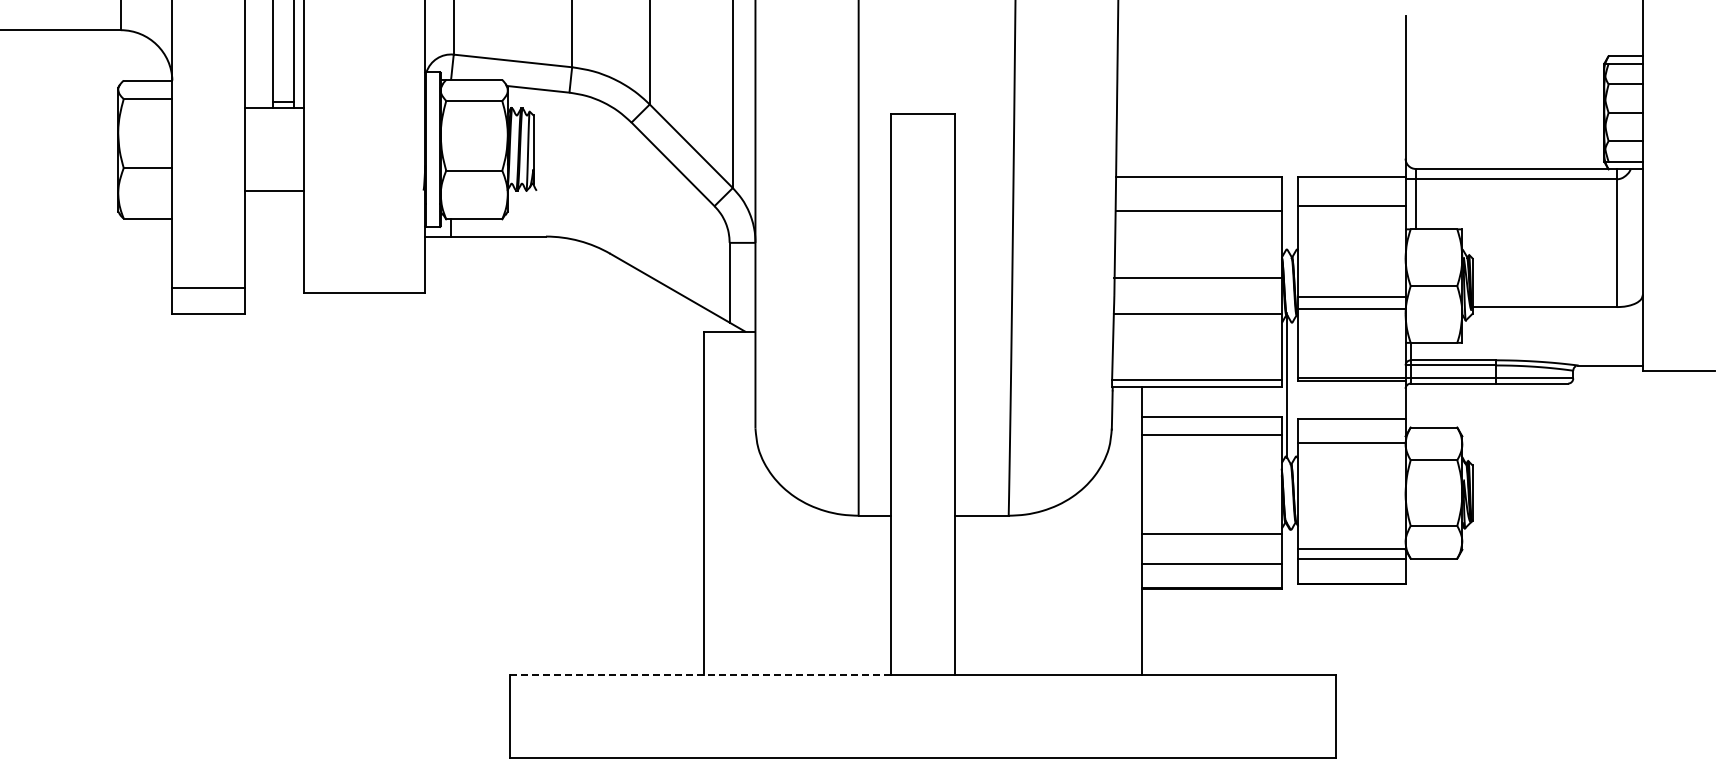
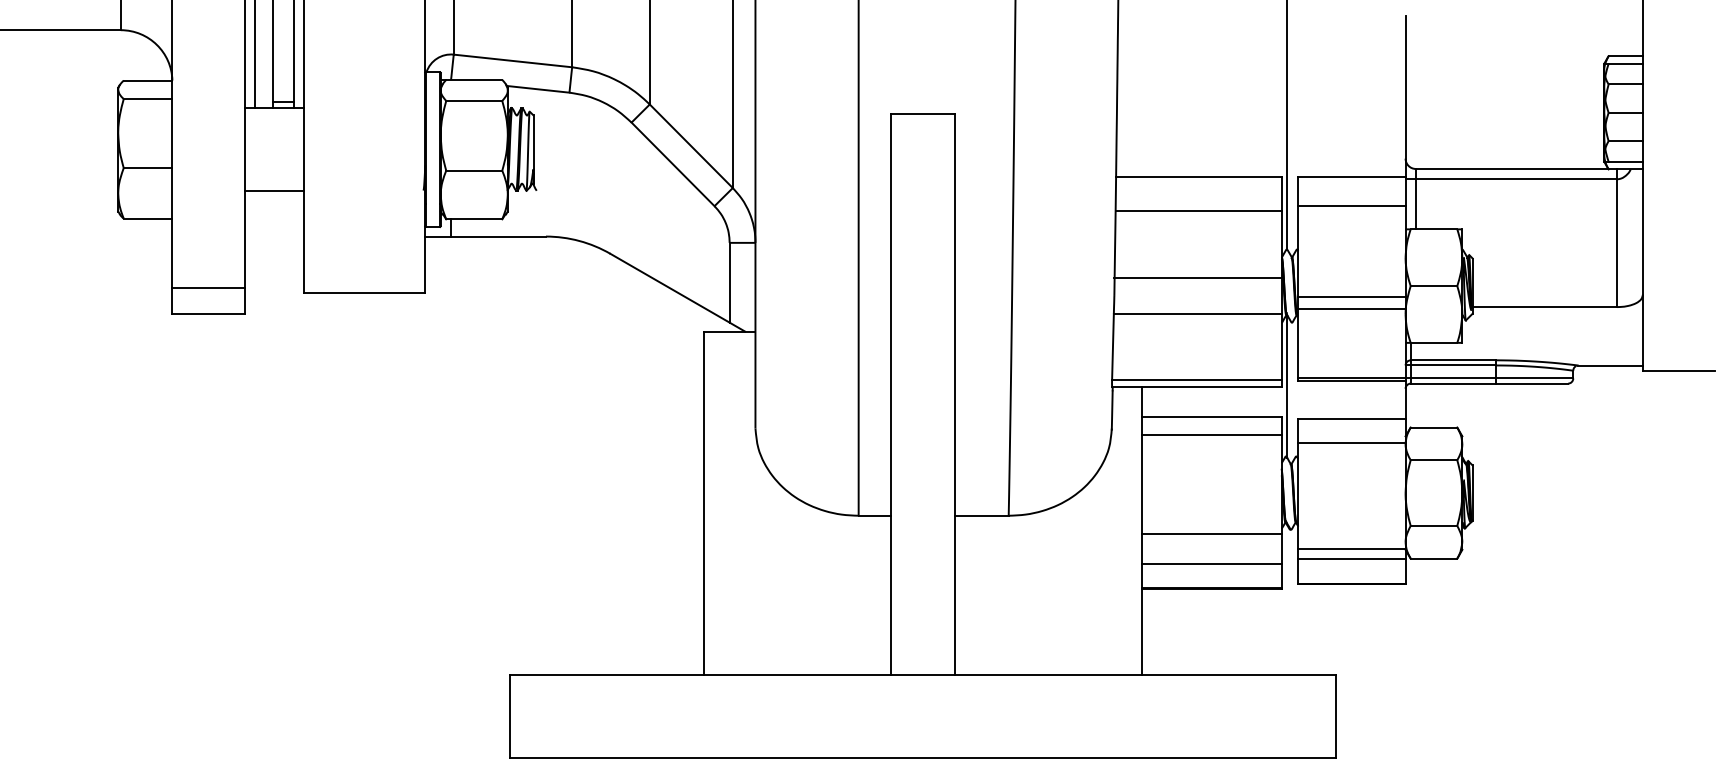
line at (254, 55): none -> present
line at (1286, 125): none -> present
line at (701, 675): dashed -> solid
